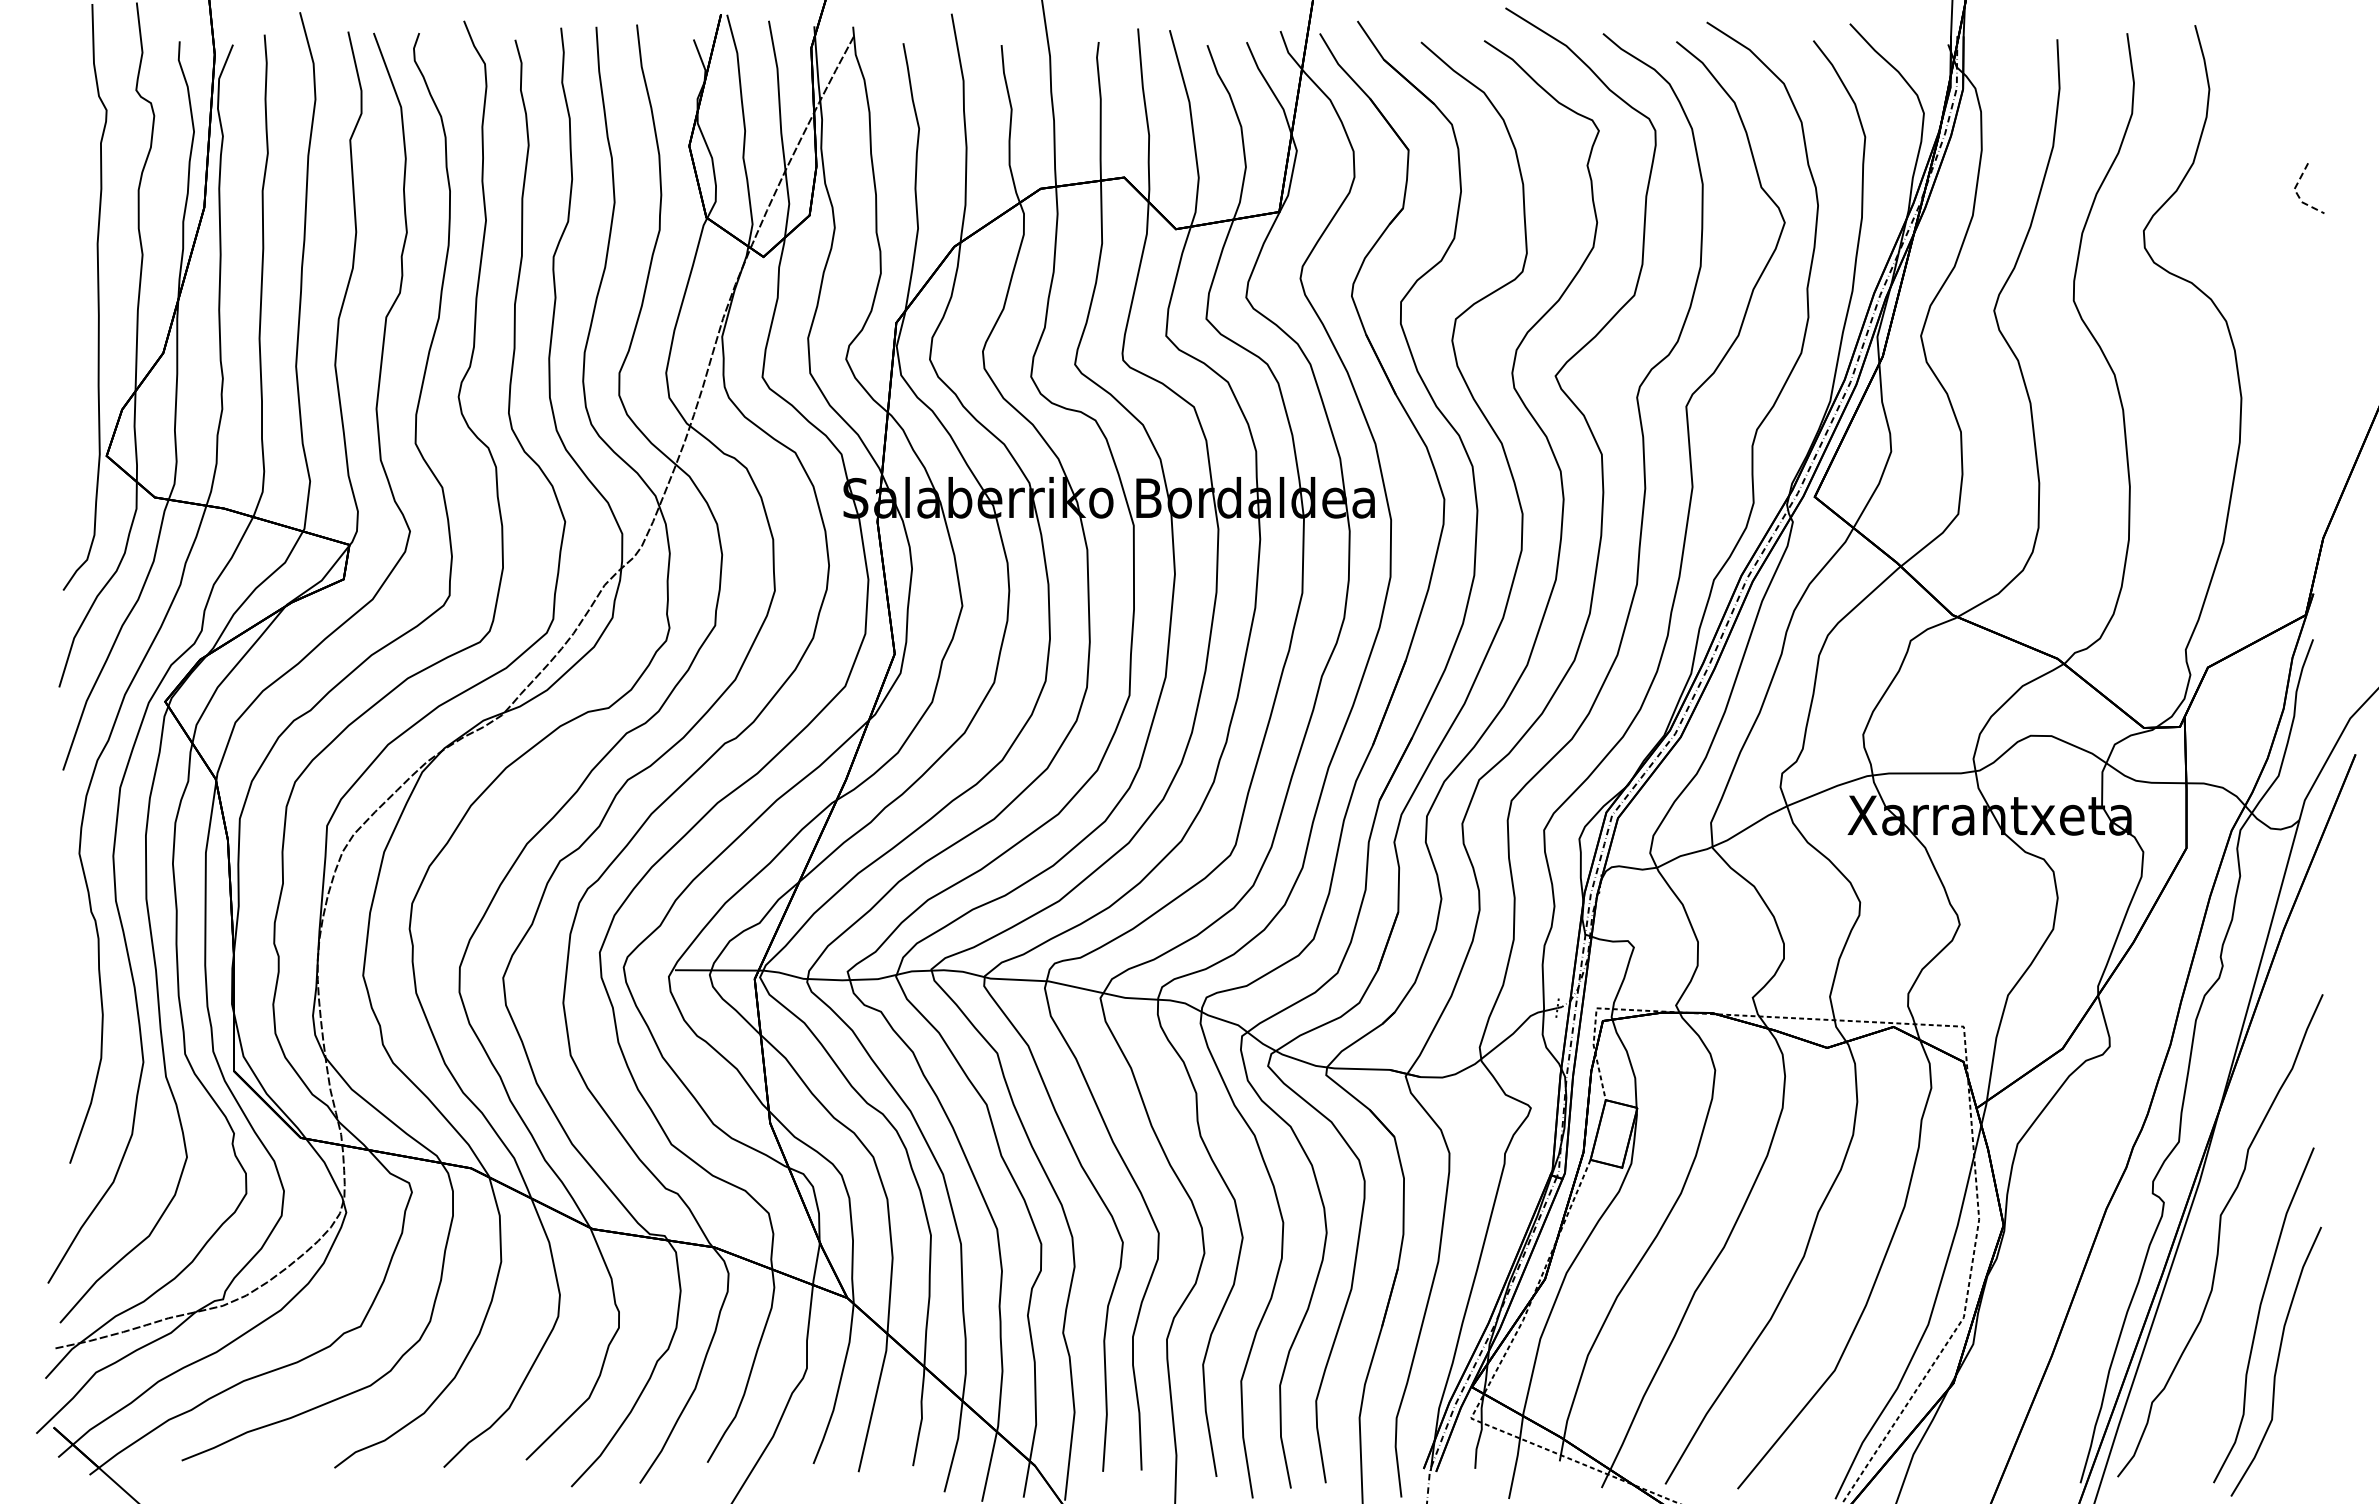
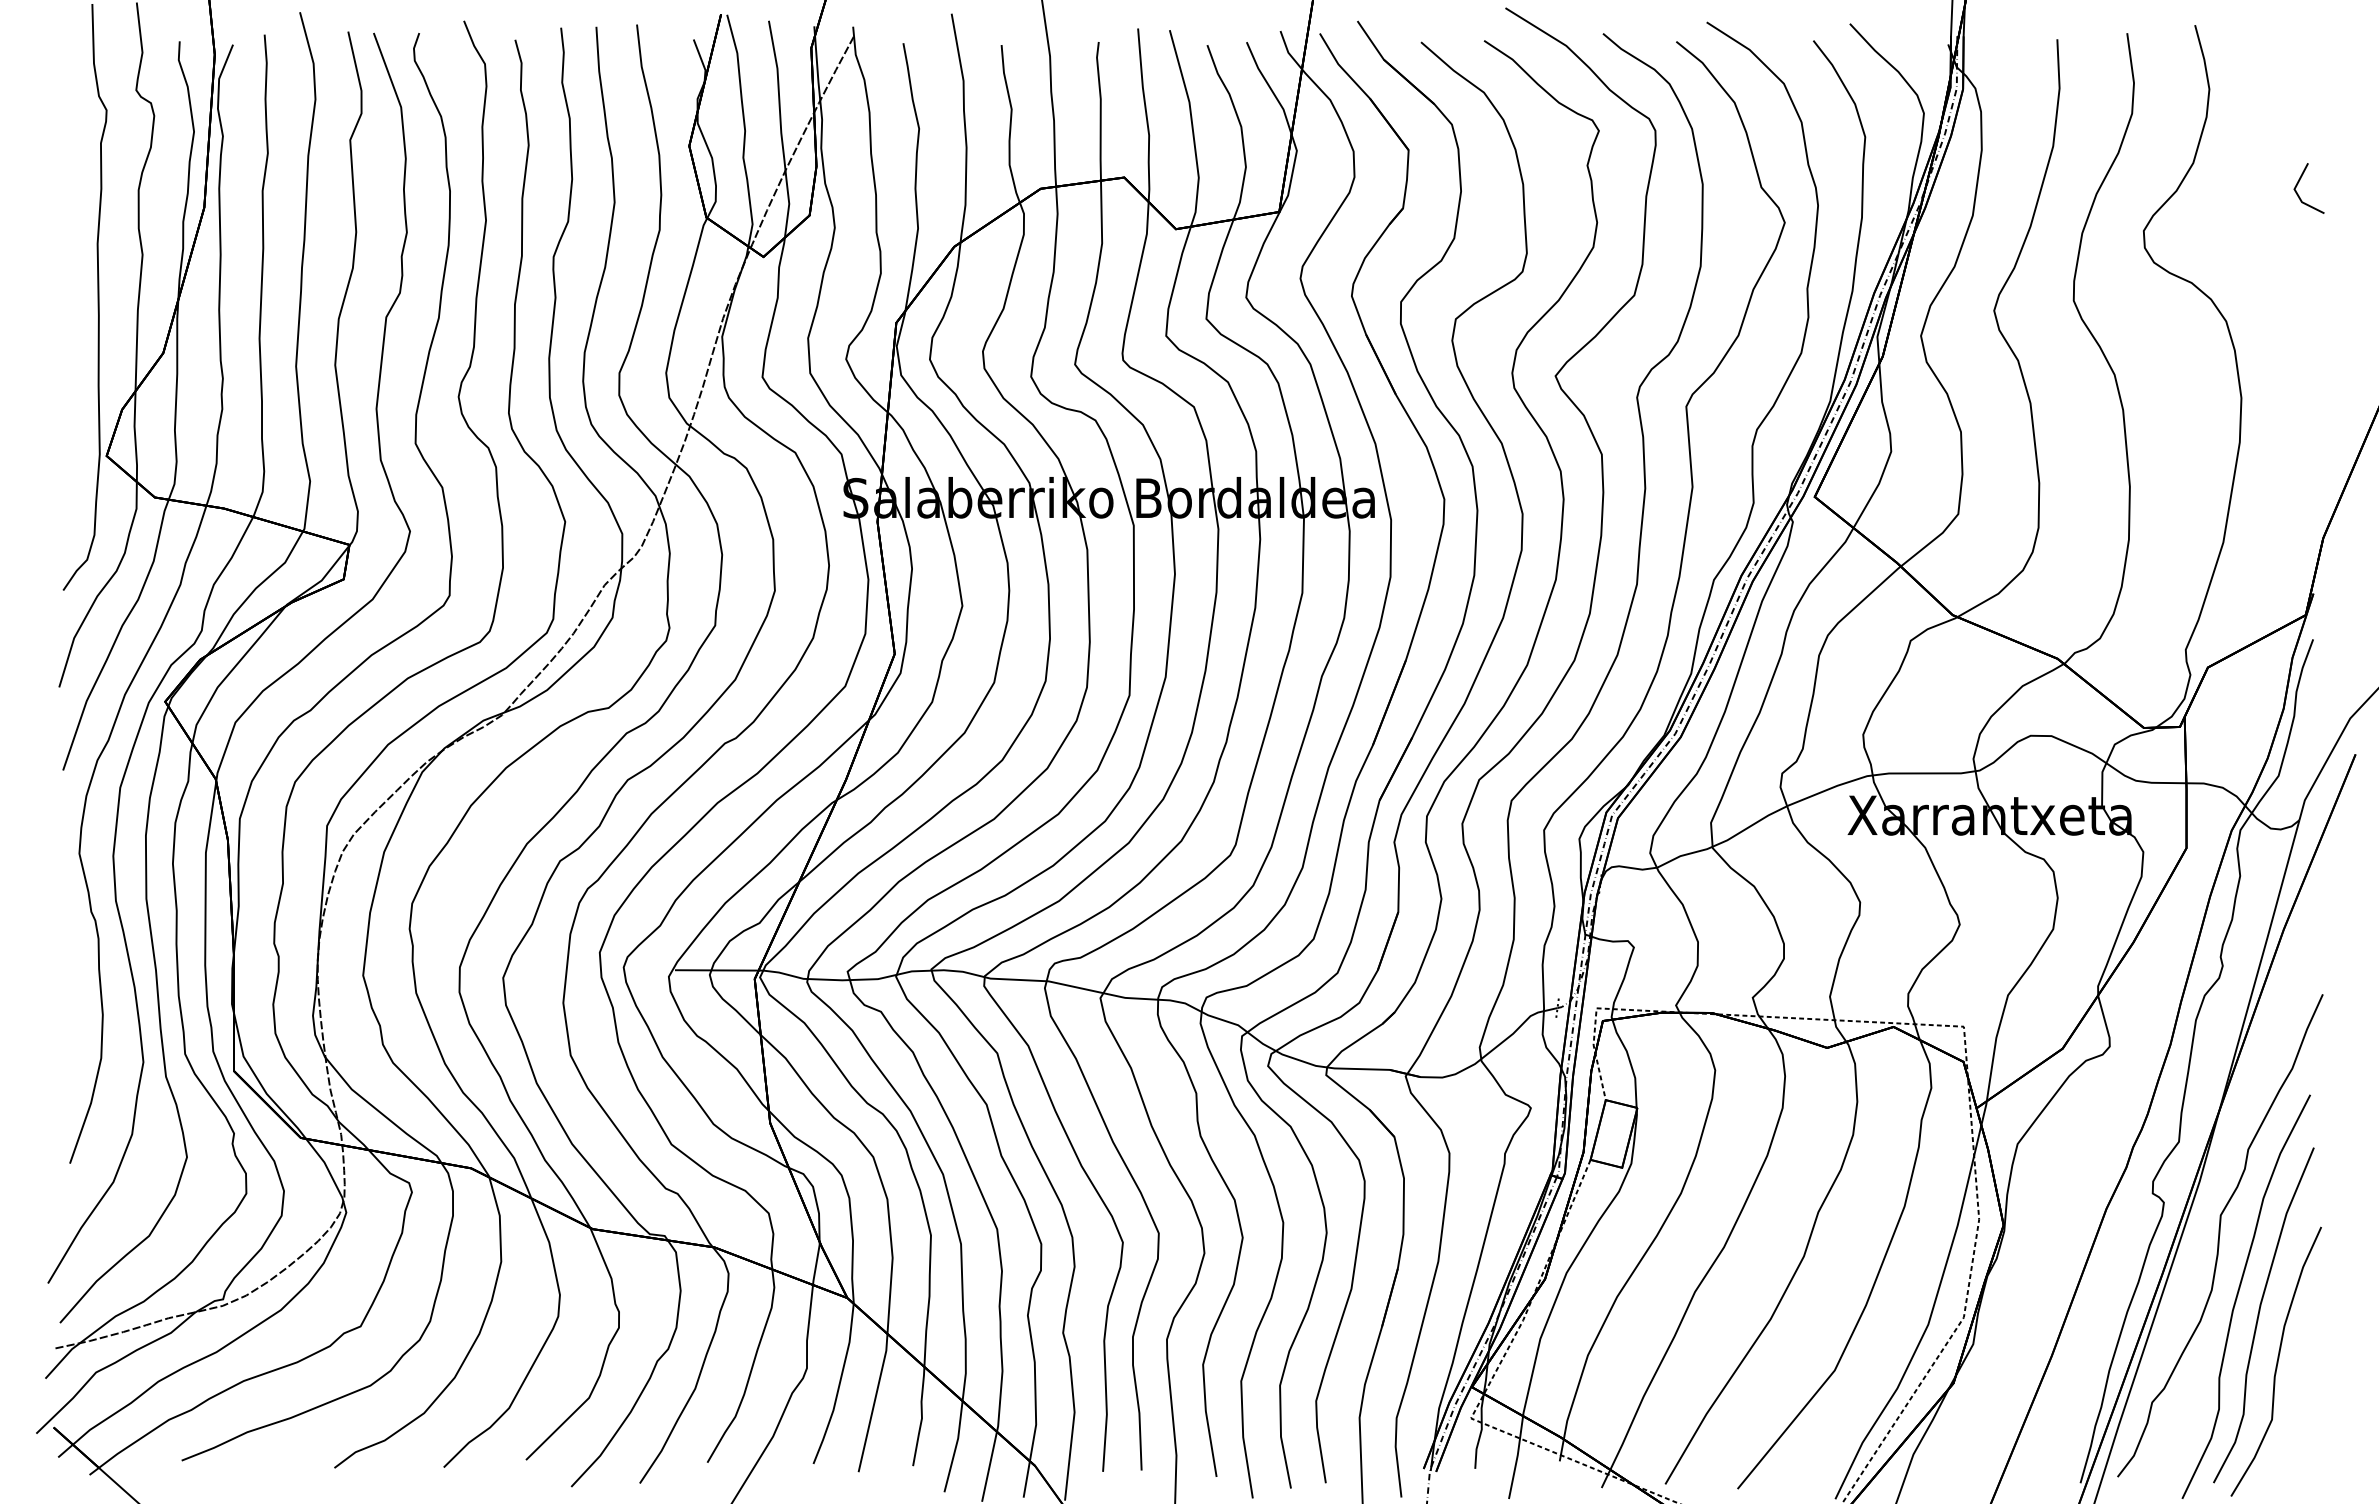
line at (2297, 194): dashed -> solid
curve at (2238, 1295): none -> present
